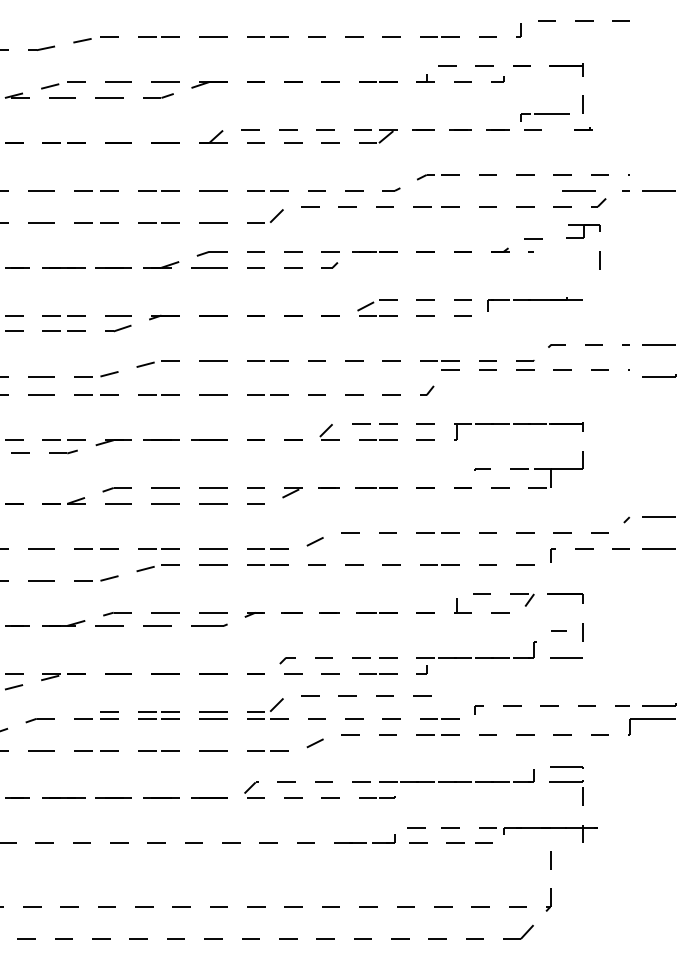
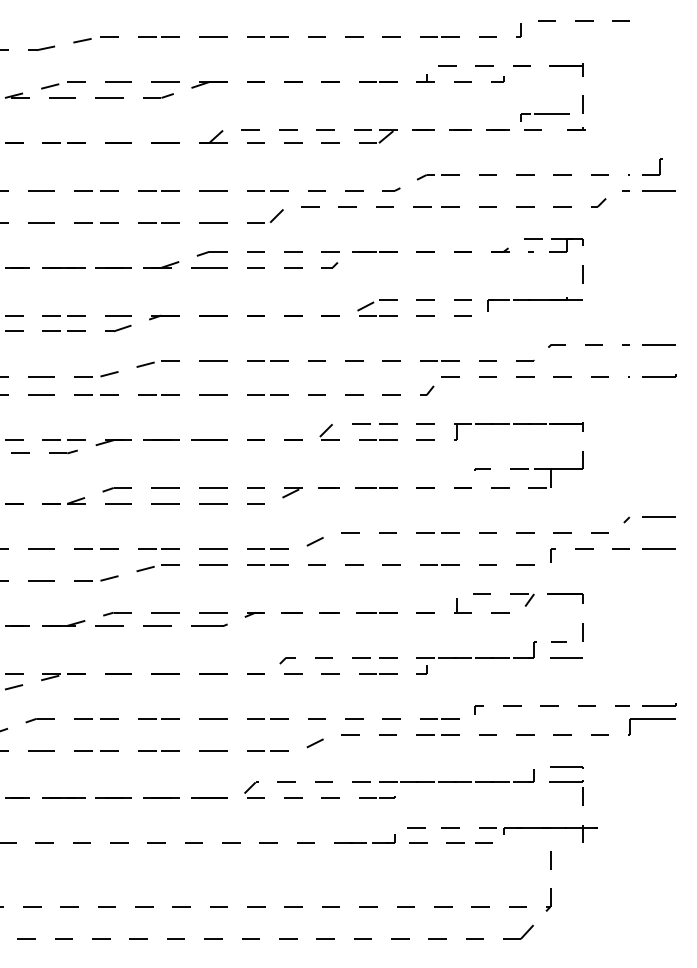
part at (583, 128) position: (583, 128) -> (576, 128)
part at (659, 166): none -> present
line at (578, 190): present -> none
part at (583, 238) position: (583, 238) -> (566, 252)
curve at (534, 369) position: (534, 369) -> (534, 376)
line at (558, 630) position: (558, 630) -> (558, 641)
part at (264, 711): present -> none
